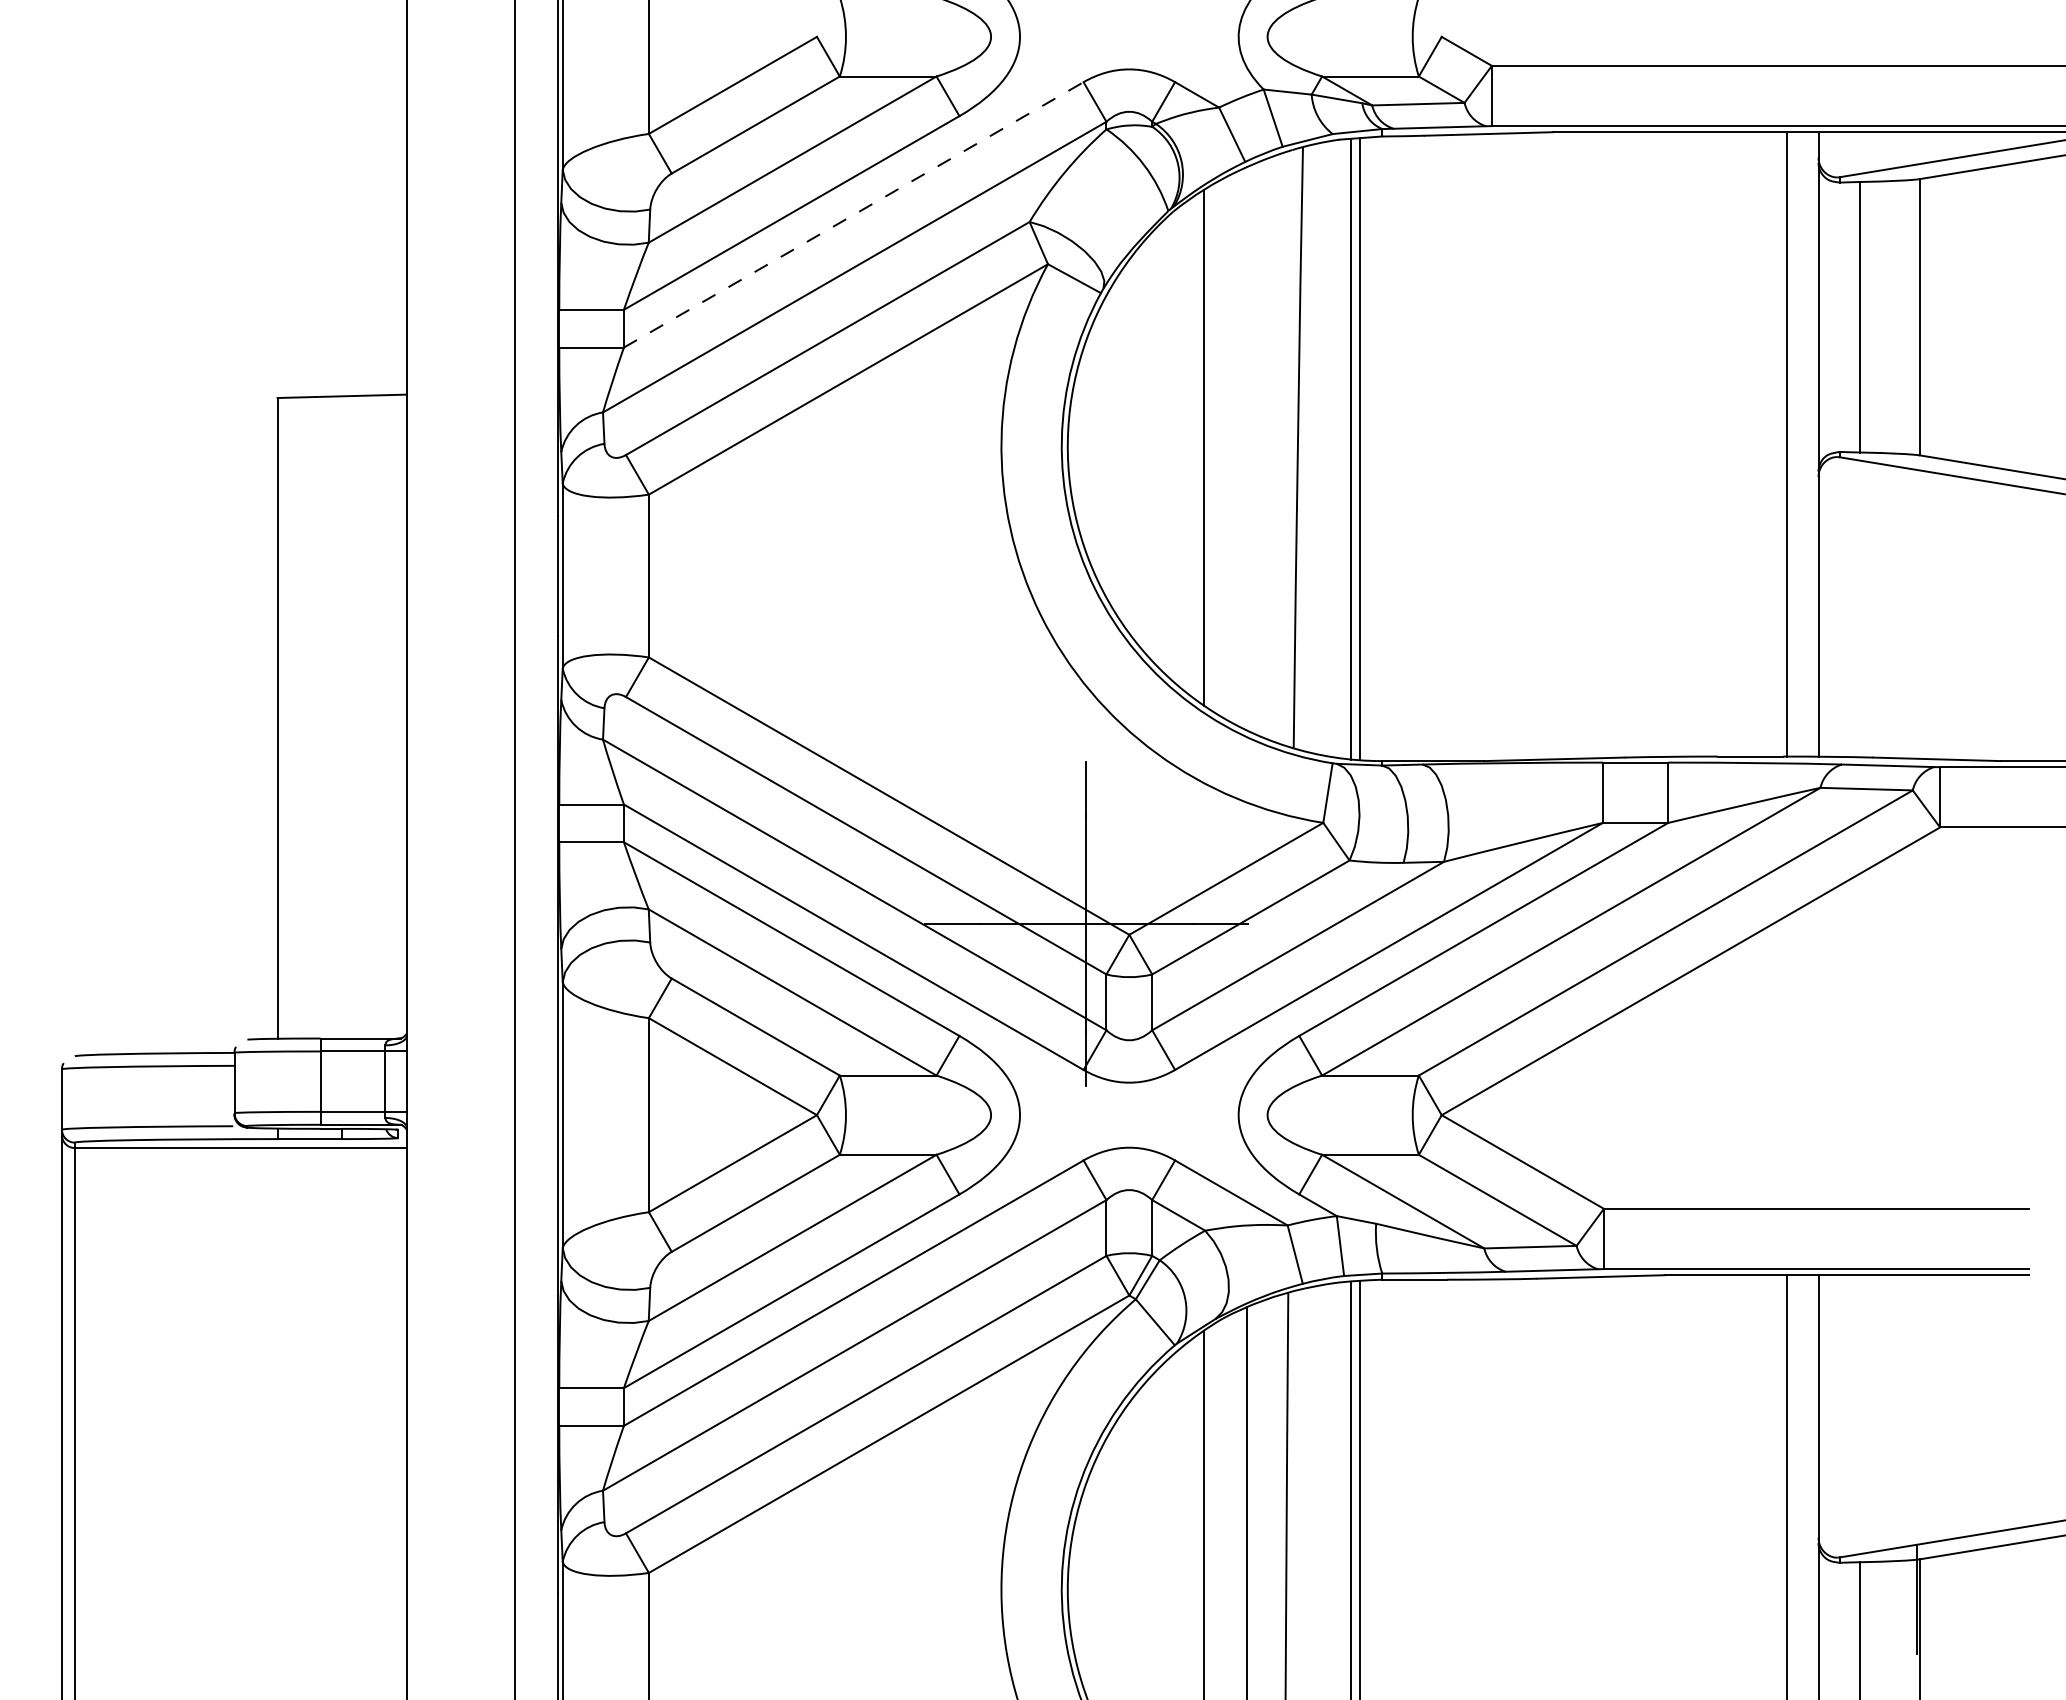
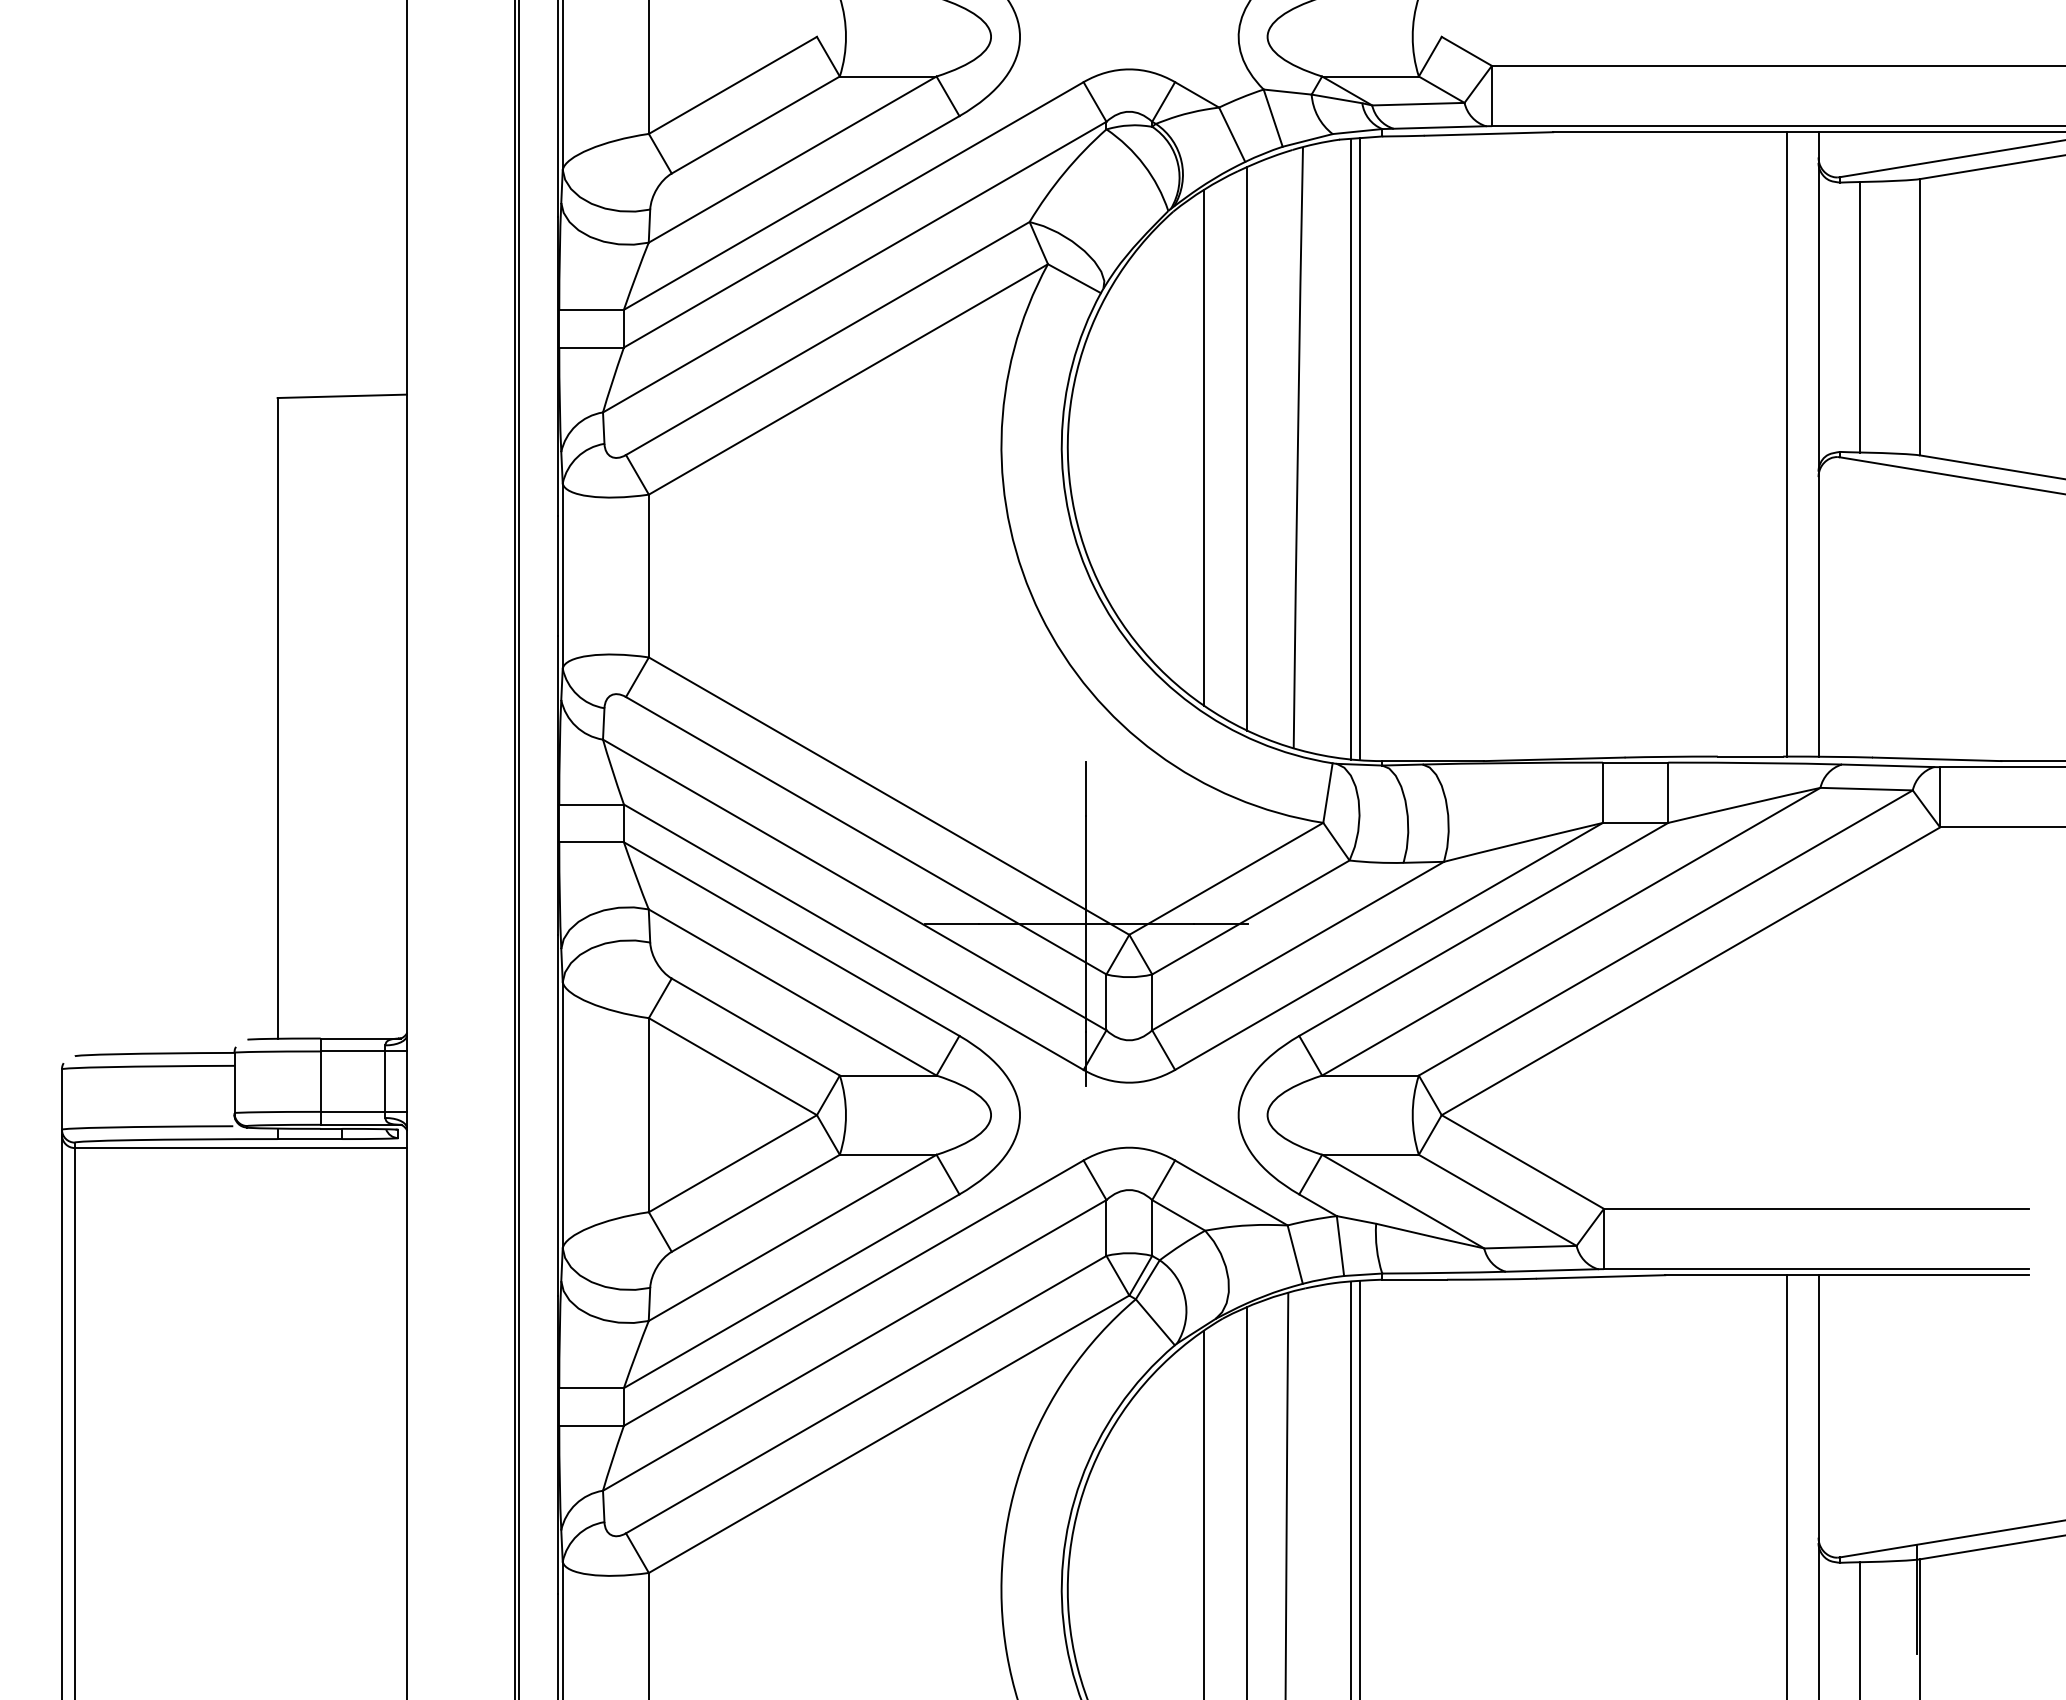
line at (854, 214): dashed -> solid
line at (1246, 448): none -> present
line at (519, 849): none -> present
